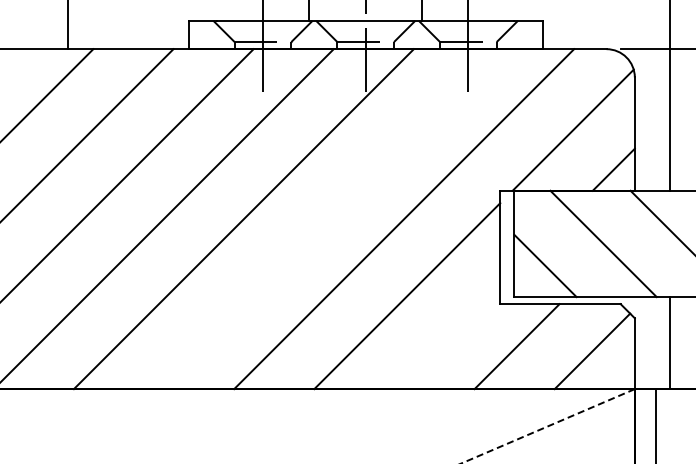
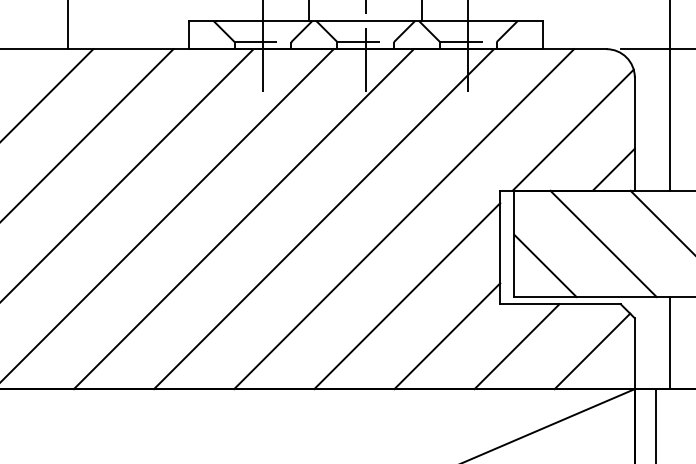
line at (324, 219): none -> present
line at (447, 336): none -> present
line at (547, 426): dashed -> solid
